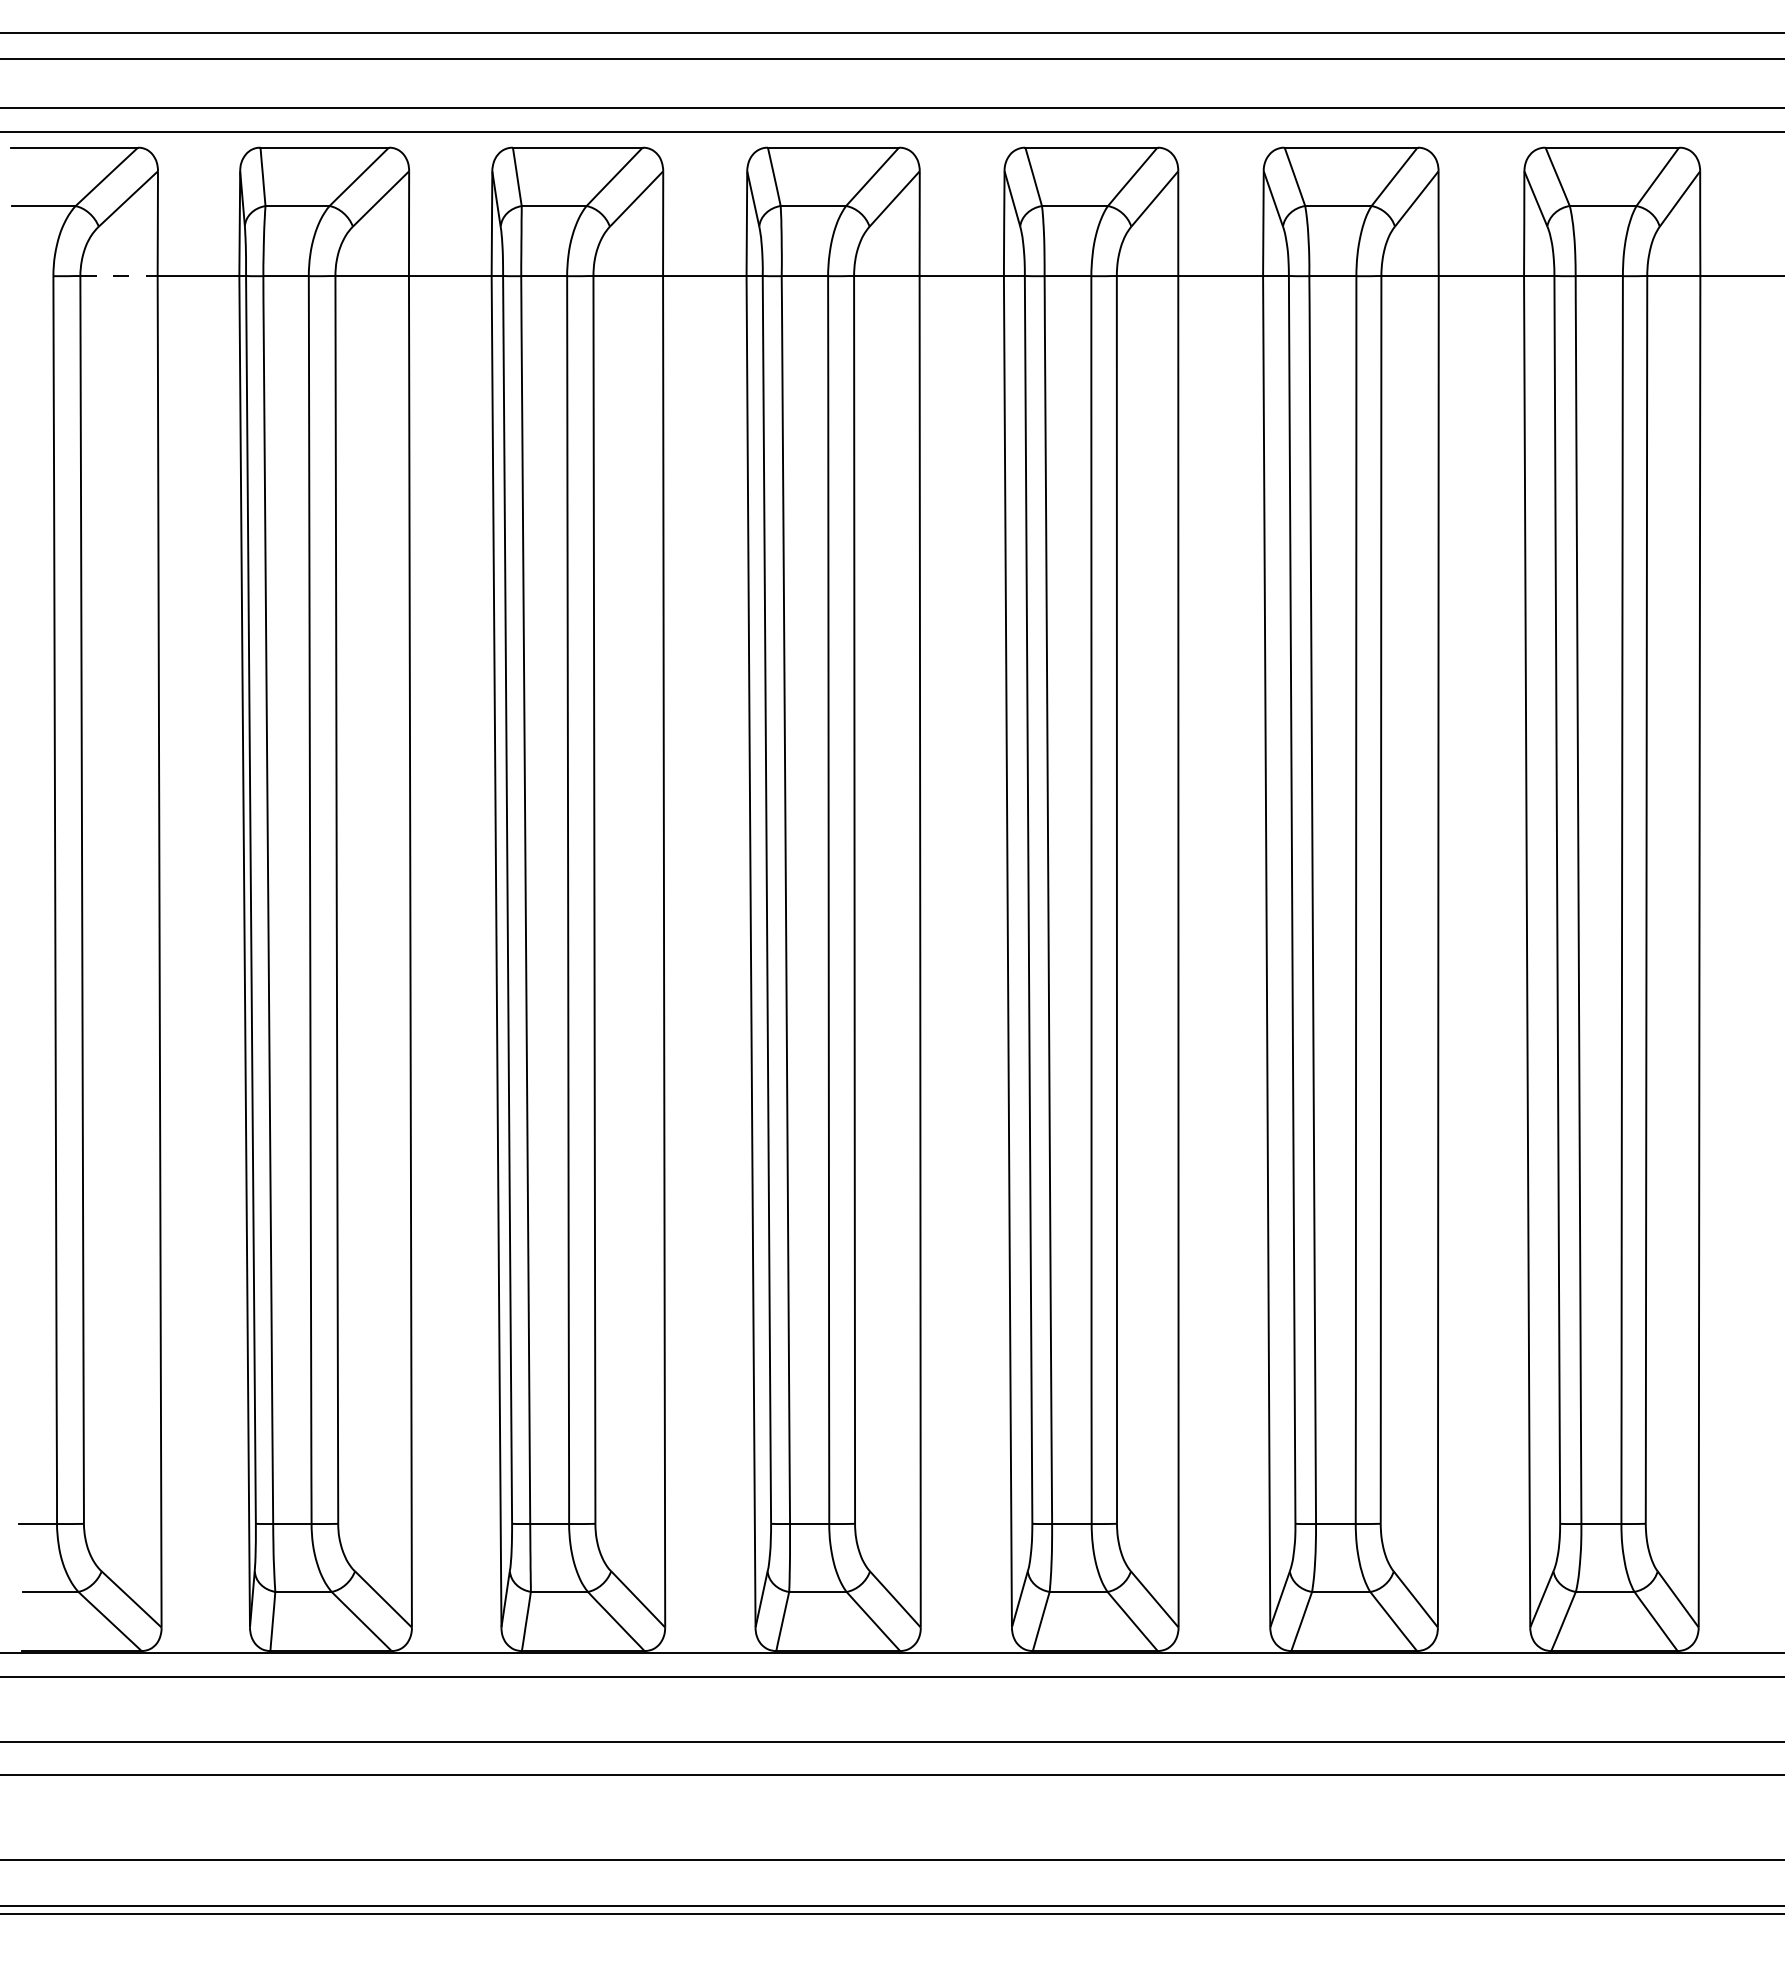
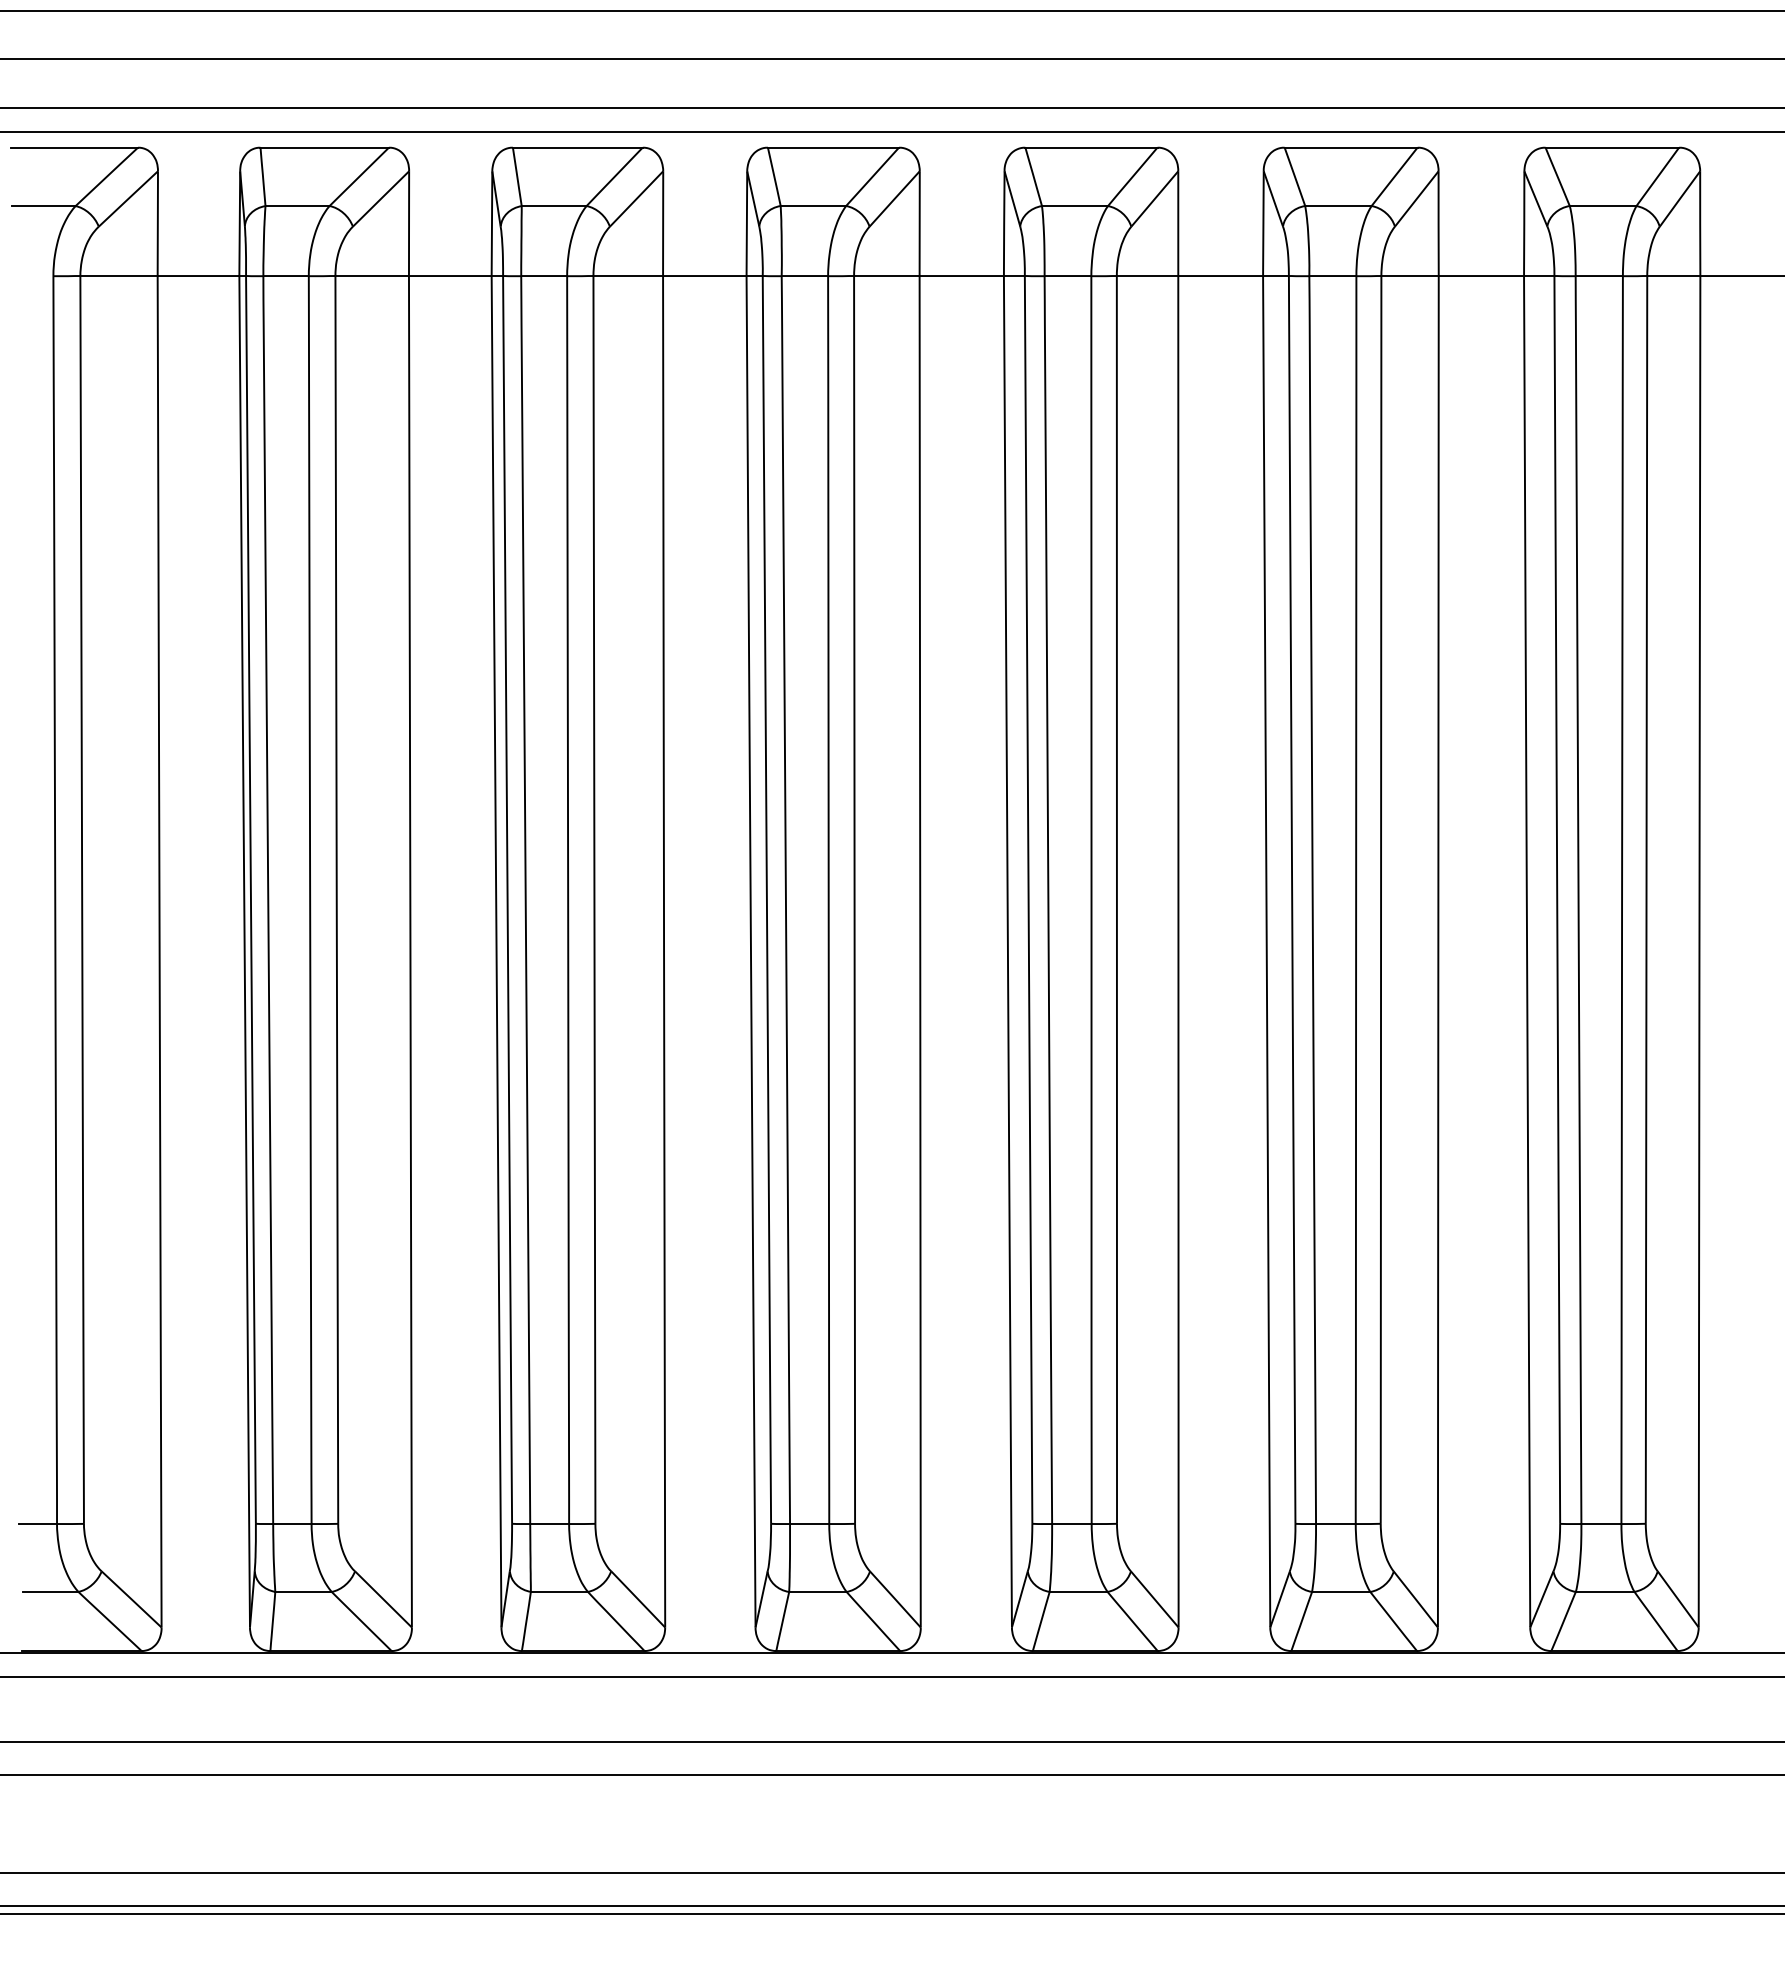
line at (891, 32) position: (891, 32) -> (891, 10)
line at (119, 276): dashed -> solid
line at (891, 1859) position: (891, 1859) -> (891, 1872)
